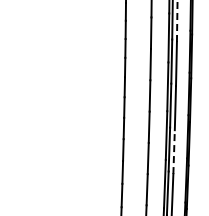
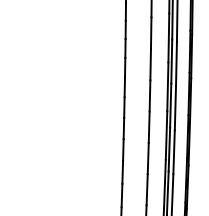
line at (177, 21): dashed -> solid
line at (174, 152): dashed -> solid
